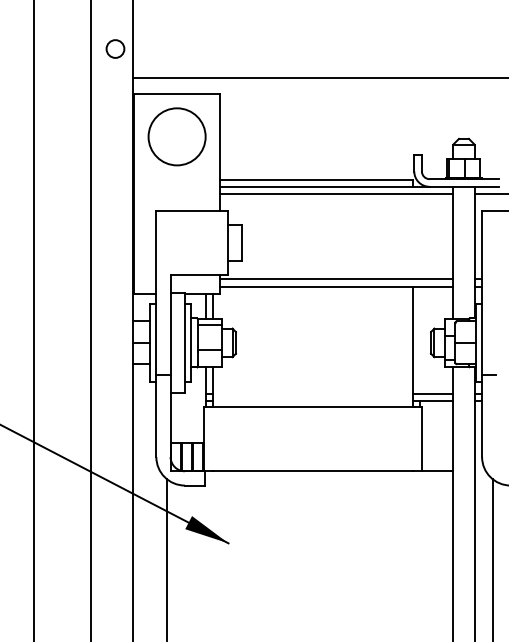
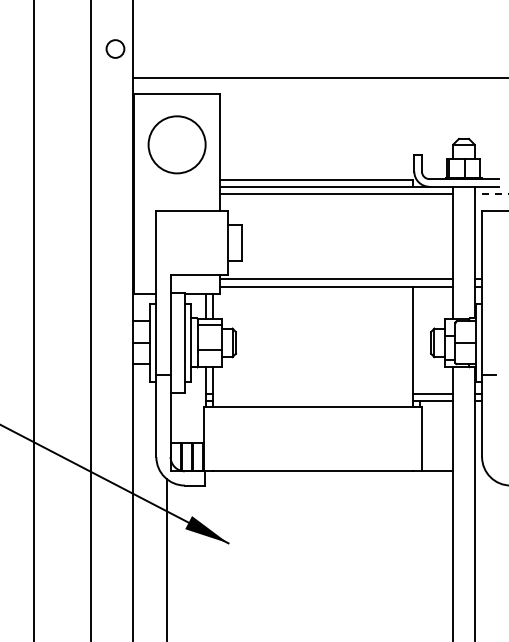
circle at (176, 136) position: (176, 136) -> (176, 144)
line at (491, 194): solid -> dashed
line at (492, 558): present -> none
